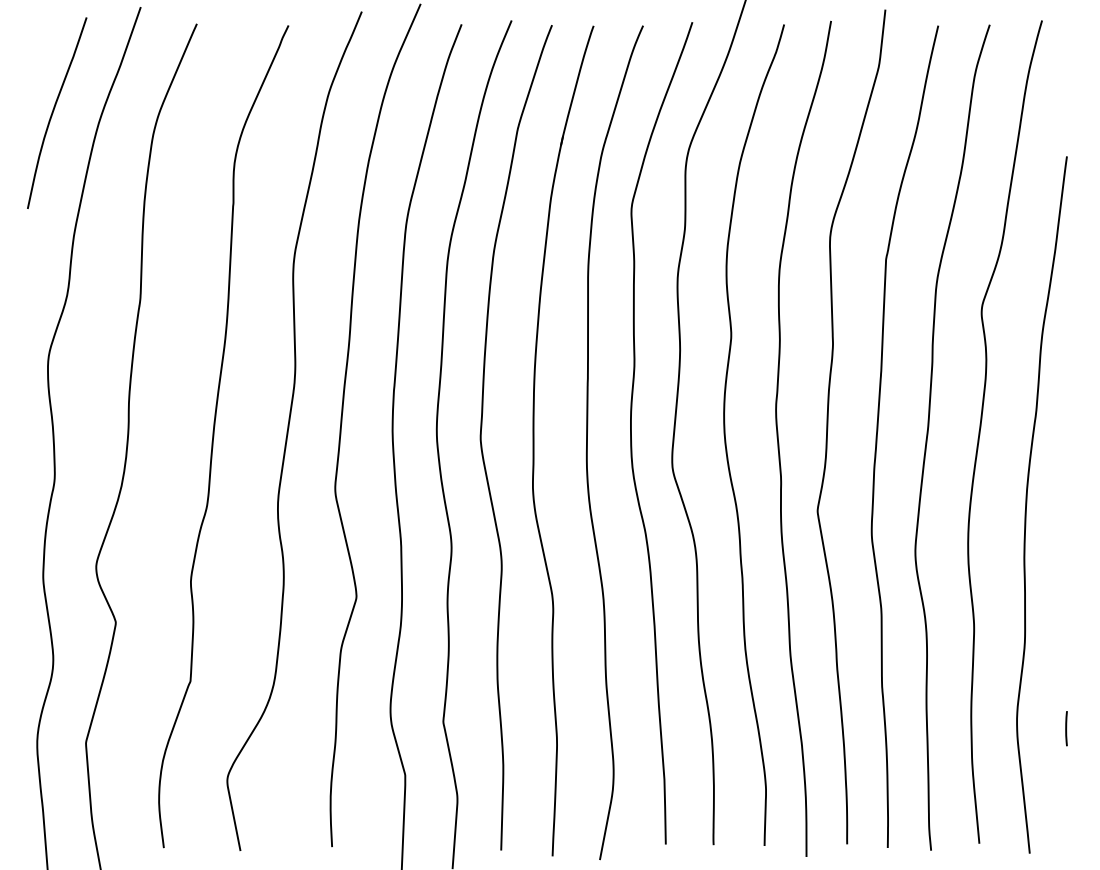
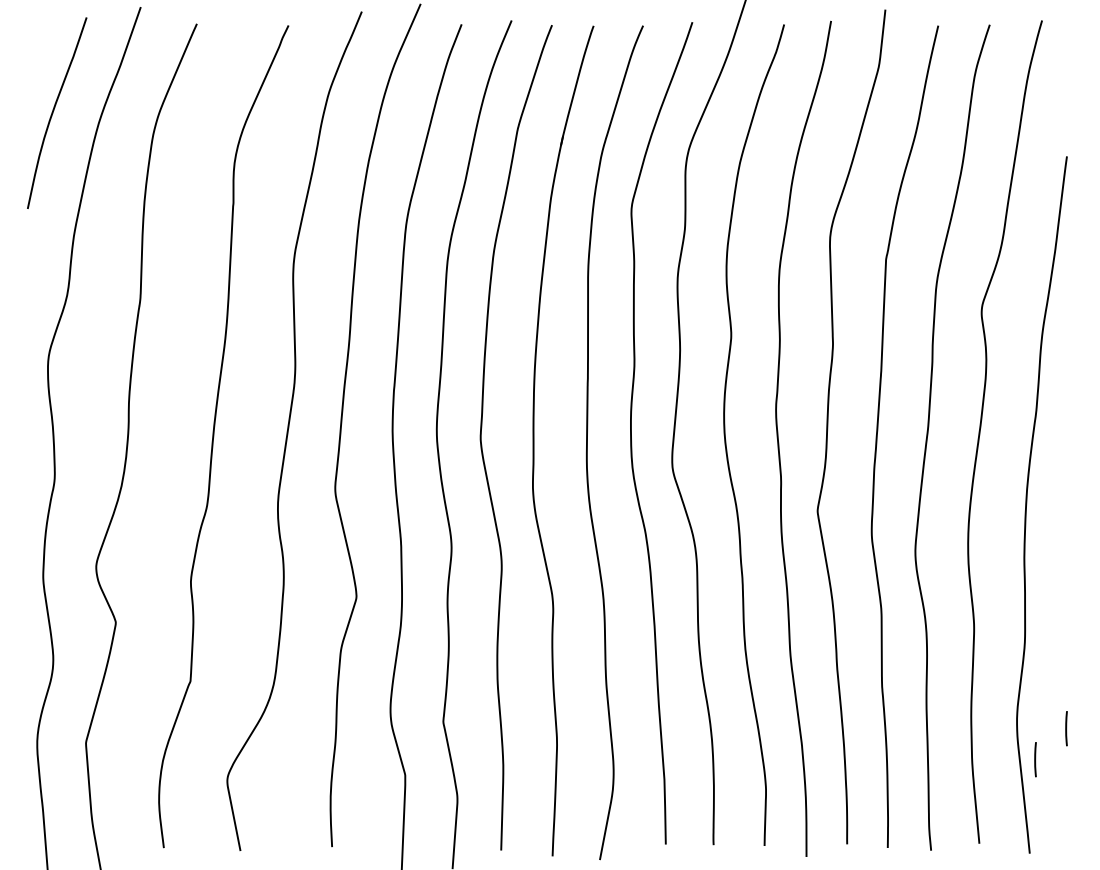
line at (1035, 759): none -> present
